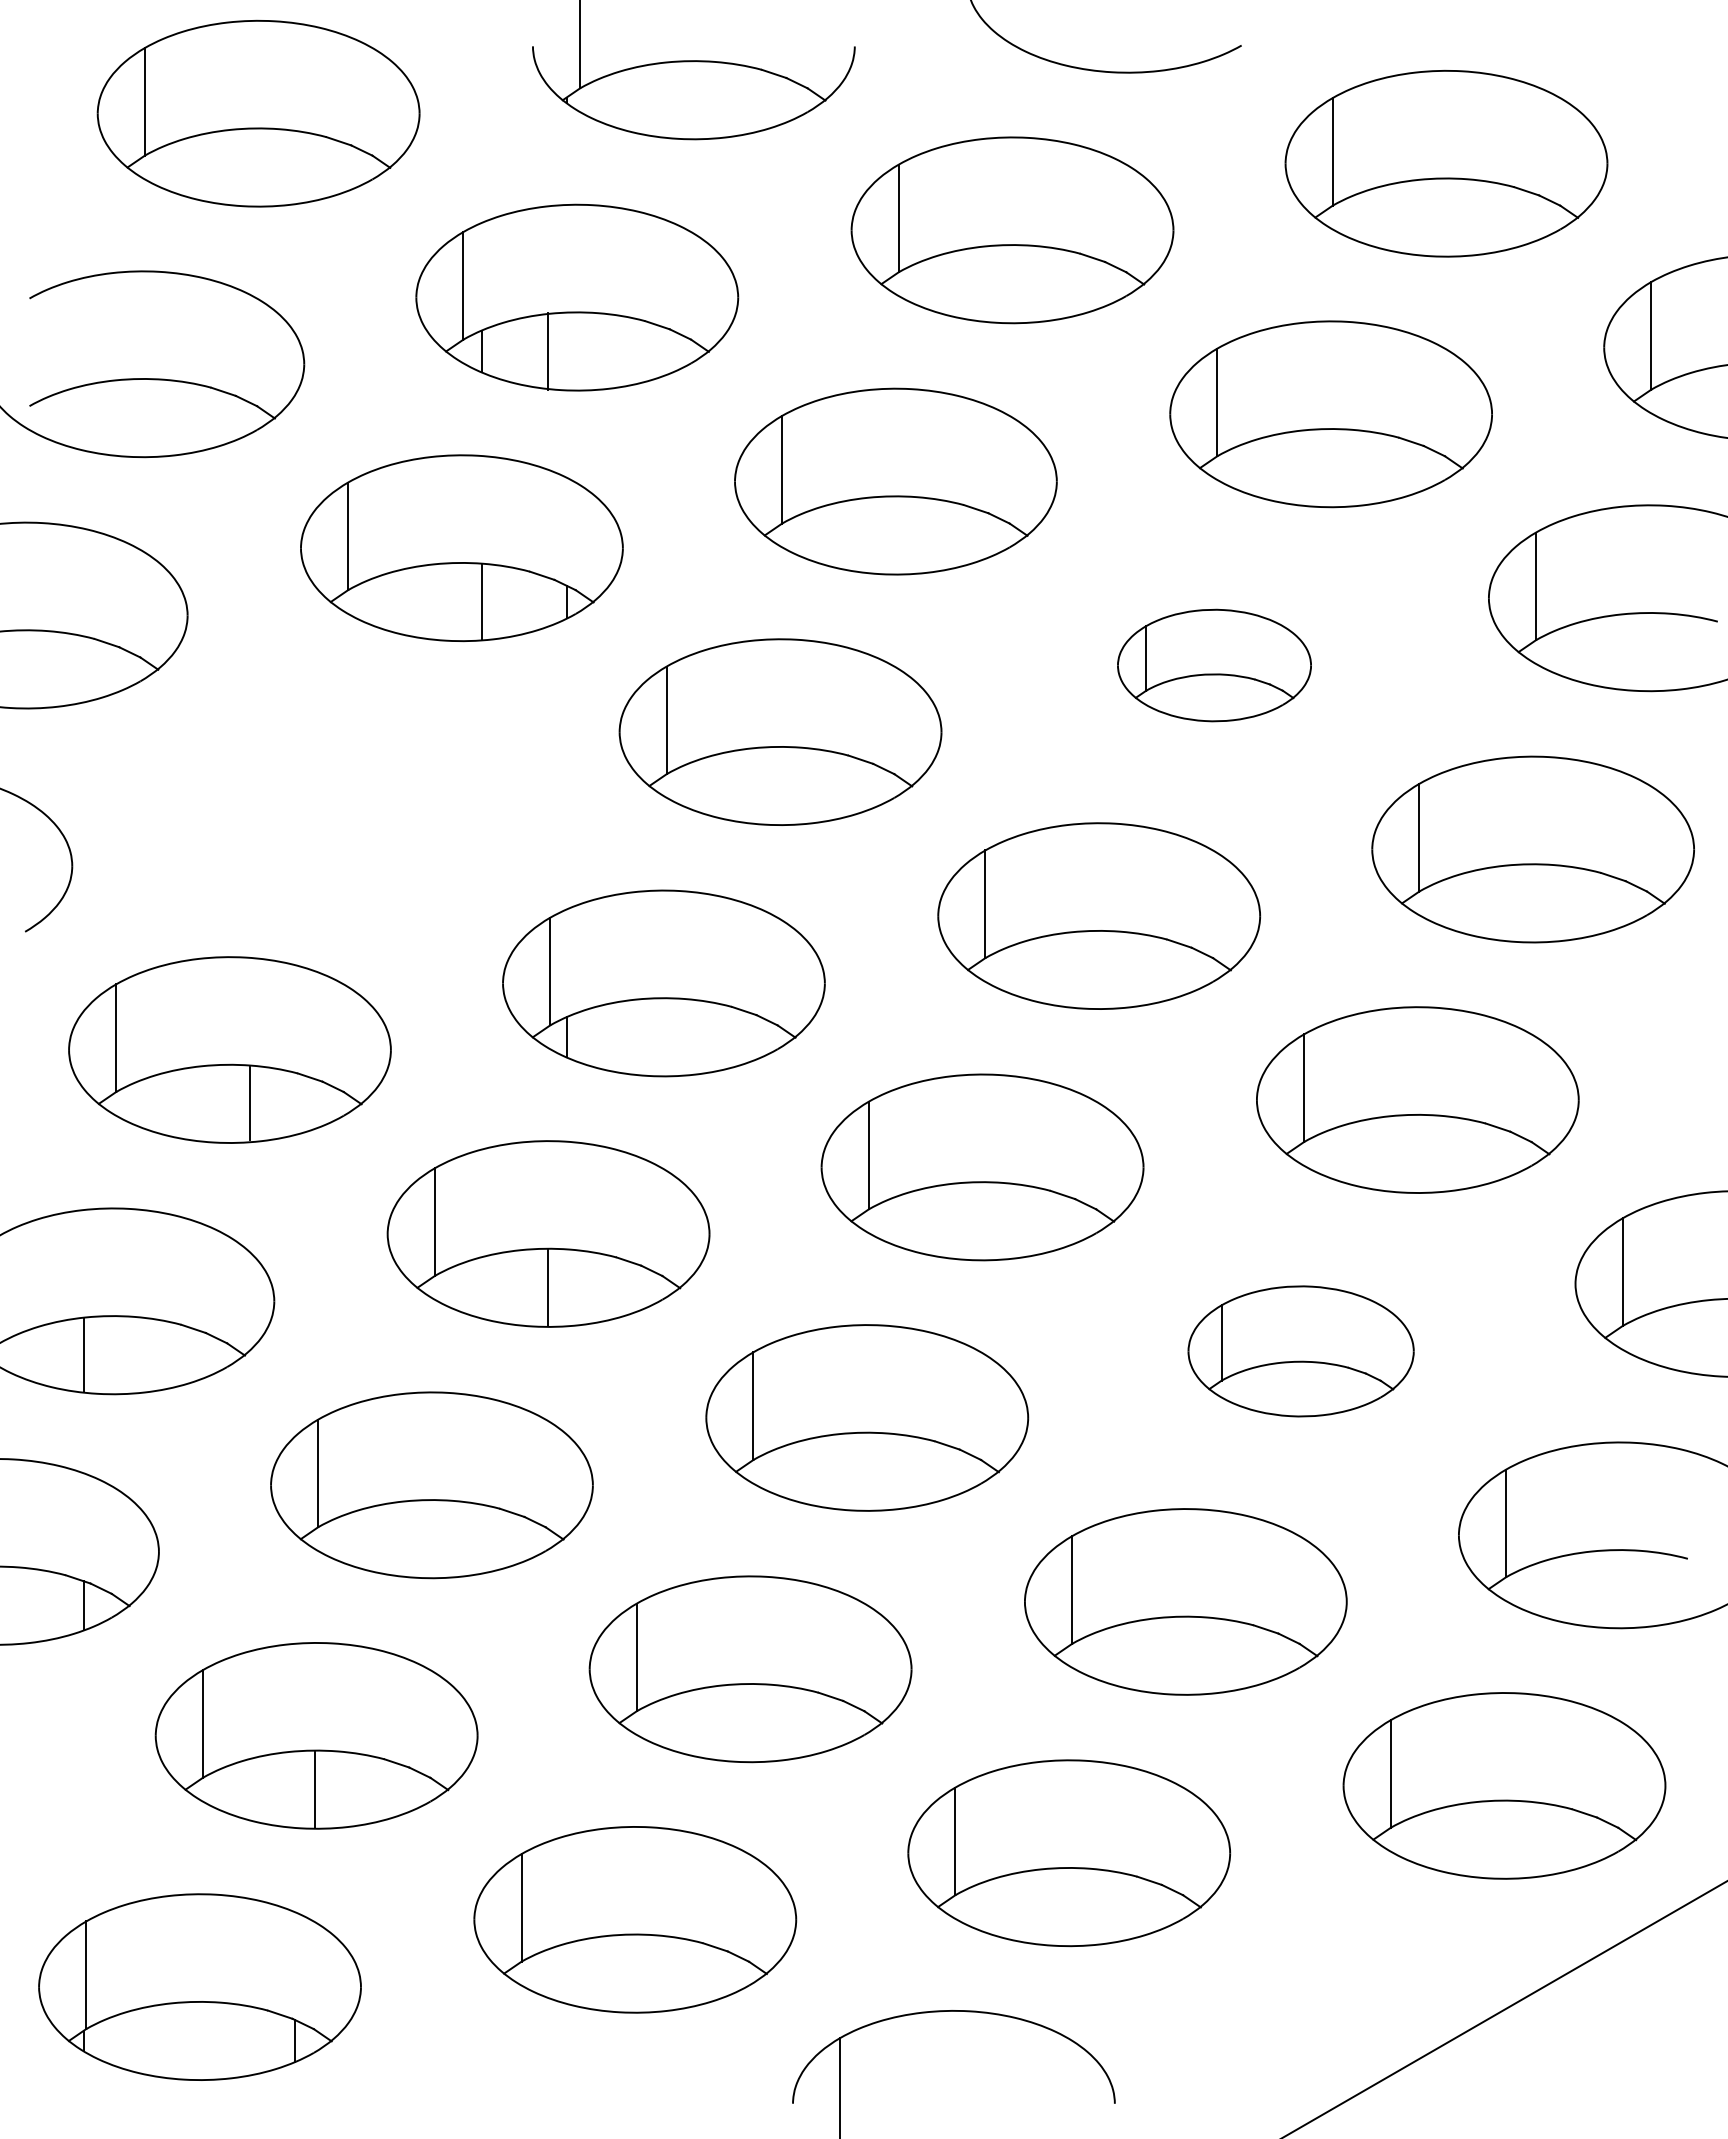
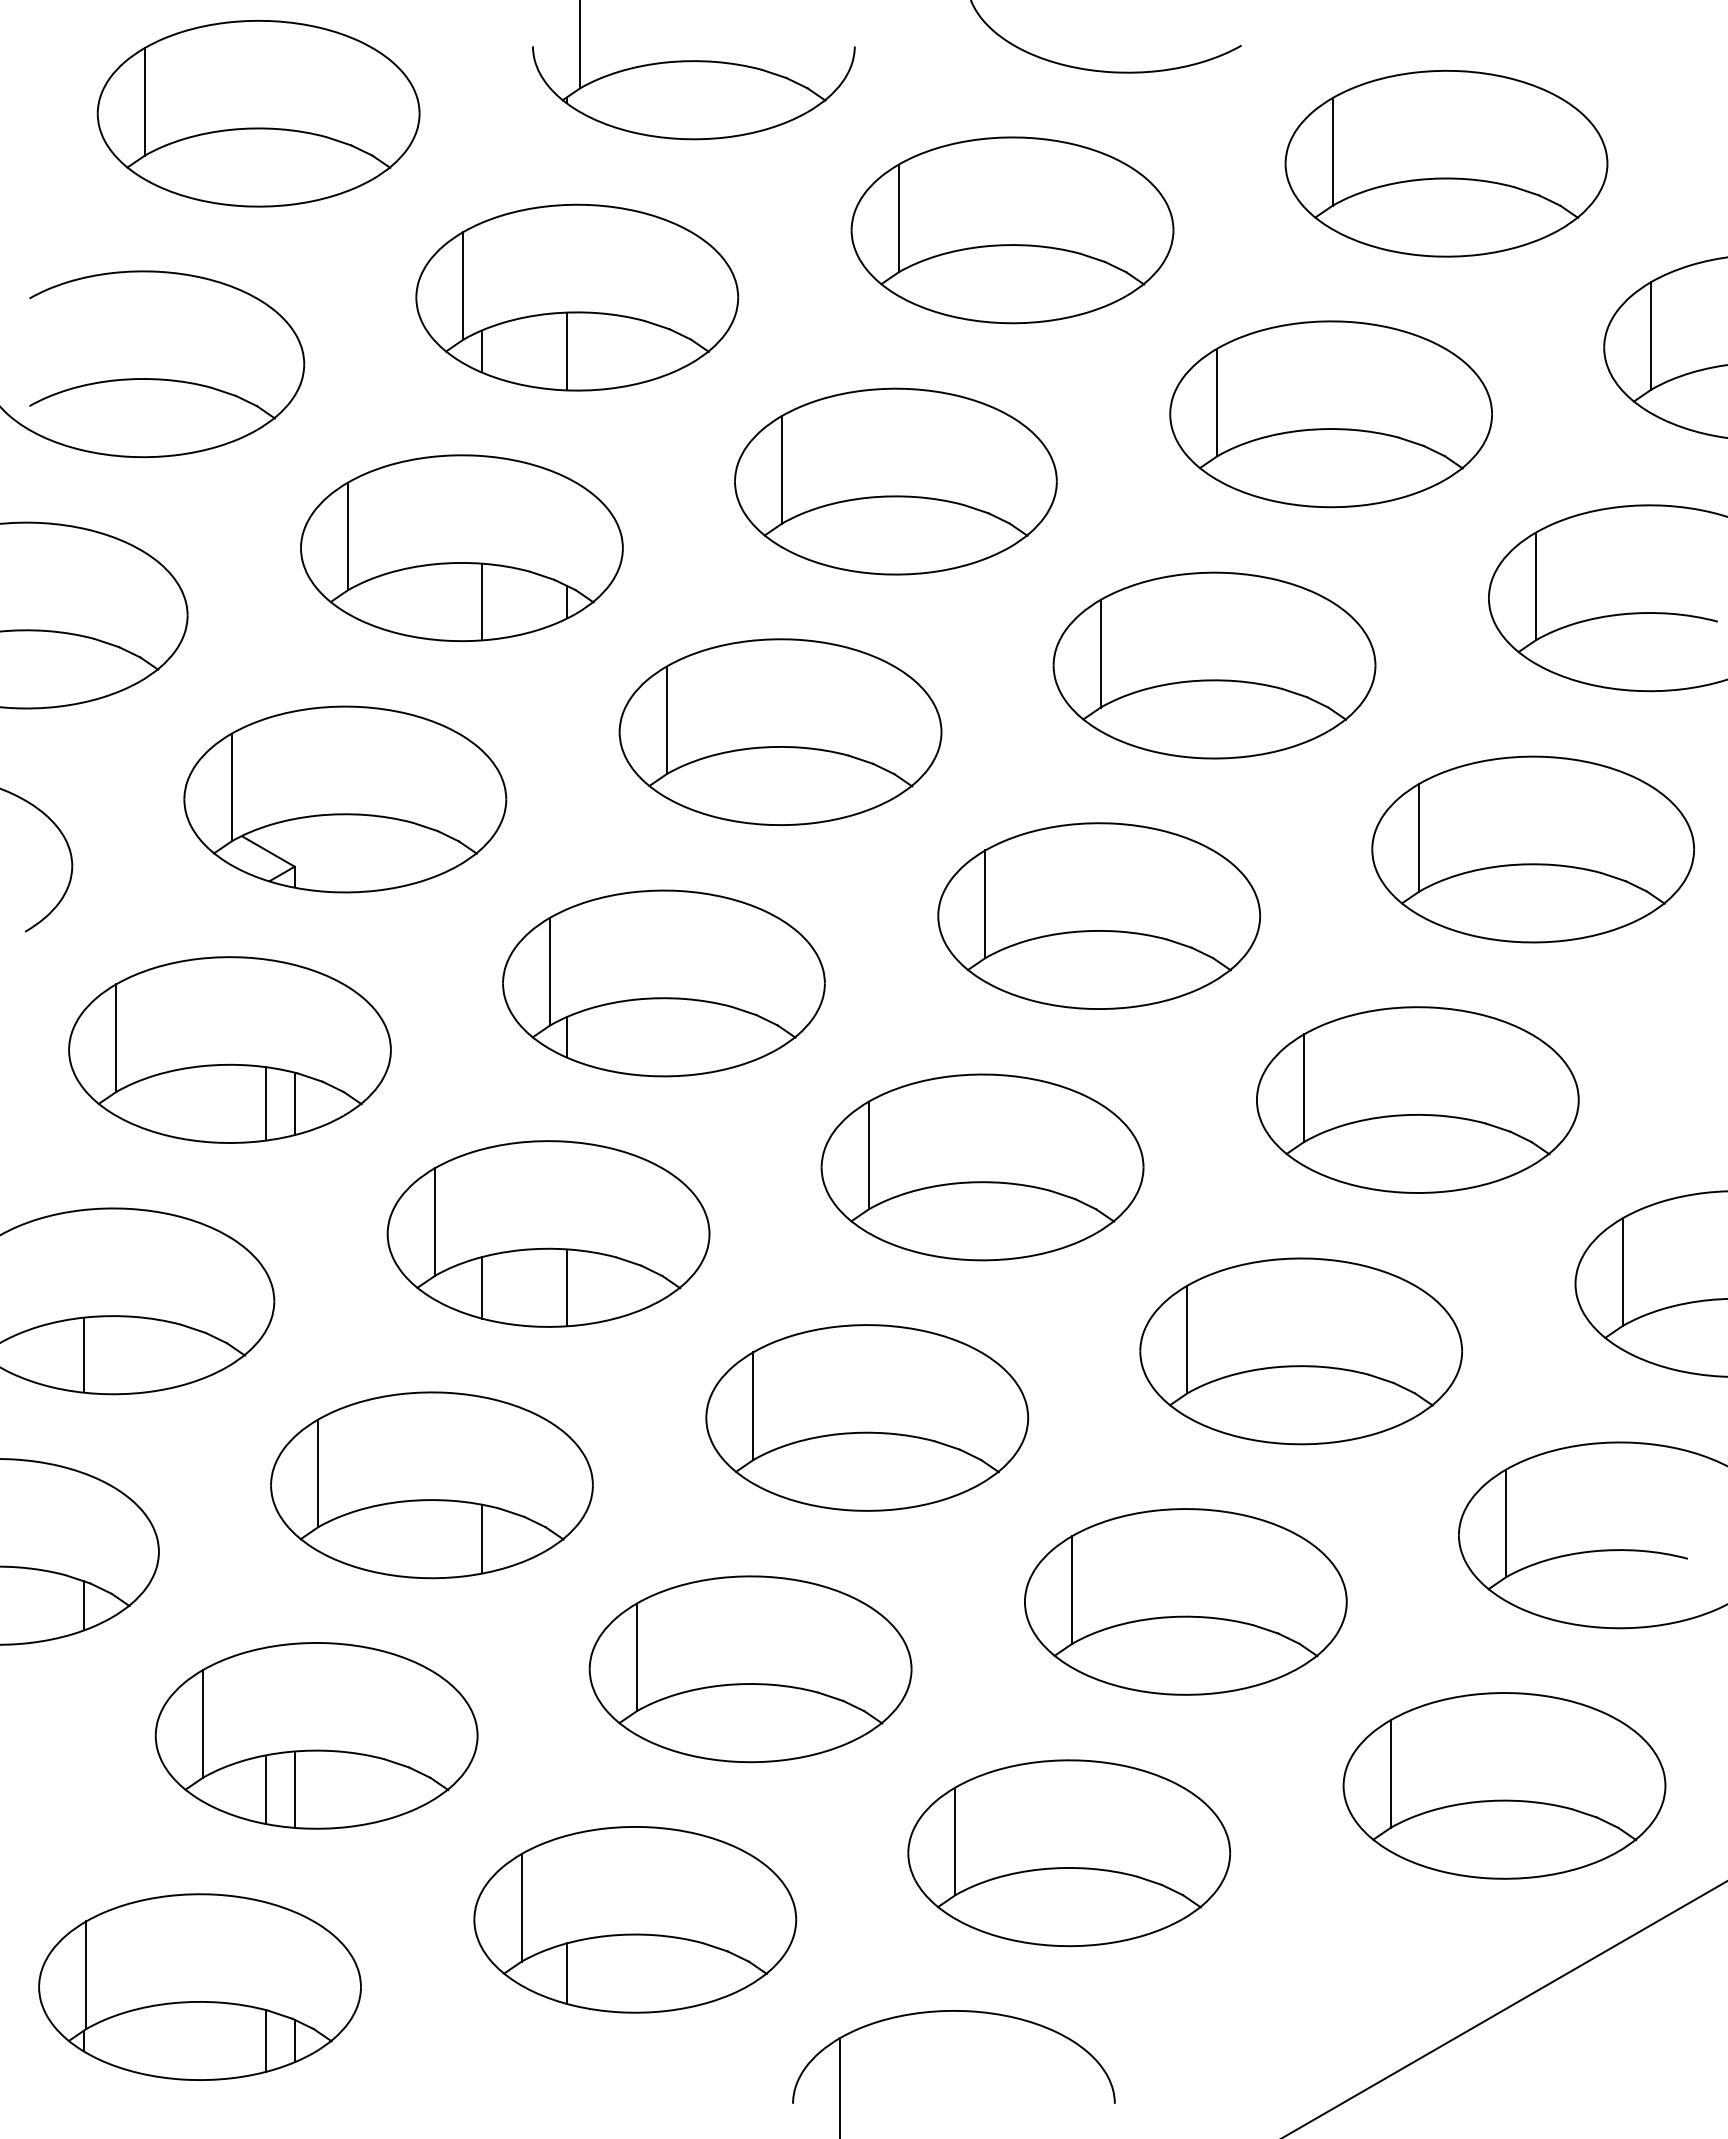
line at (547, 351) position: (547, 351) -> (566, 351)
part at (1214, 665) size: 195x115 px -> 325x189 px
part at (345, 799): none -> present
line at (249, 1103) position: (249, 1103) -> (265, 1103)
line at (294, 1103): none -> present
line at (482, 1287): none -> present
line at (547, 1287) position: (547, 1287) -> (566, 1287)
part at (1300, 1351) size: 228x133 px -> 324x189 px
line at (482, 1539): none -> present
line at (265, 1789): none -> present
line at (314, 1789) position: (314, 1789) -> (294, 1789)
line at (566, 1973): none -> present
line at (265, 2040): none -> present
